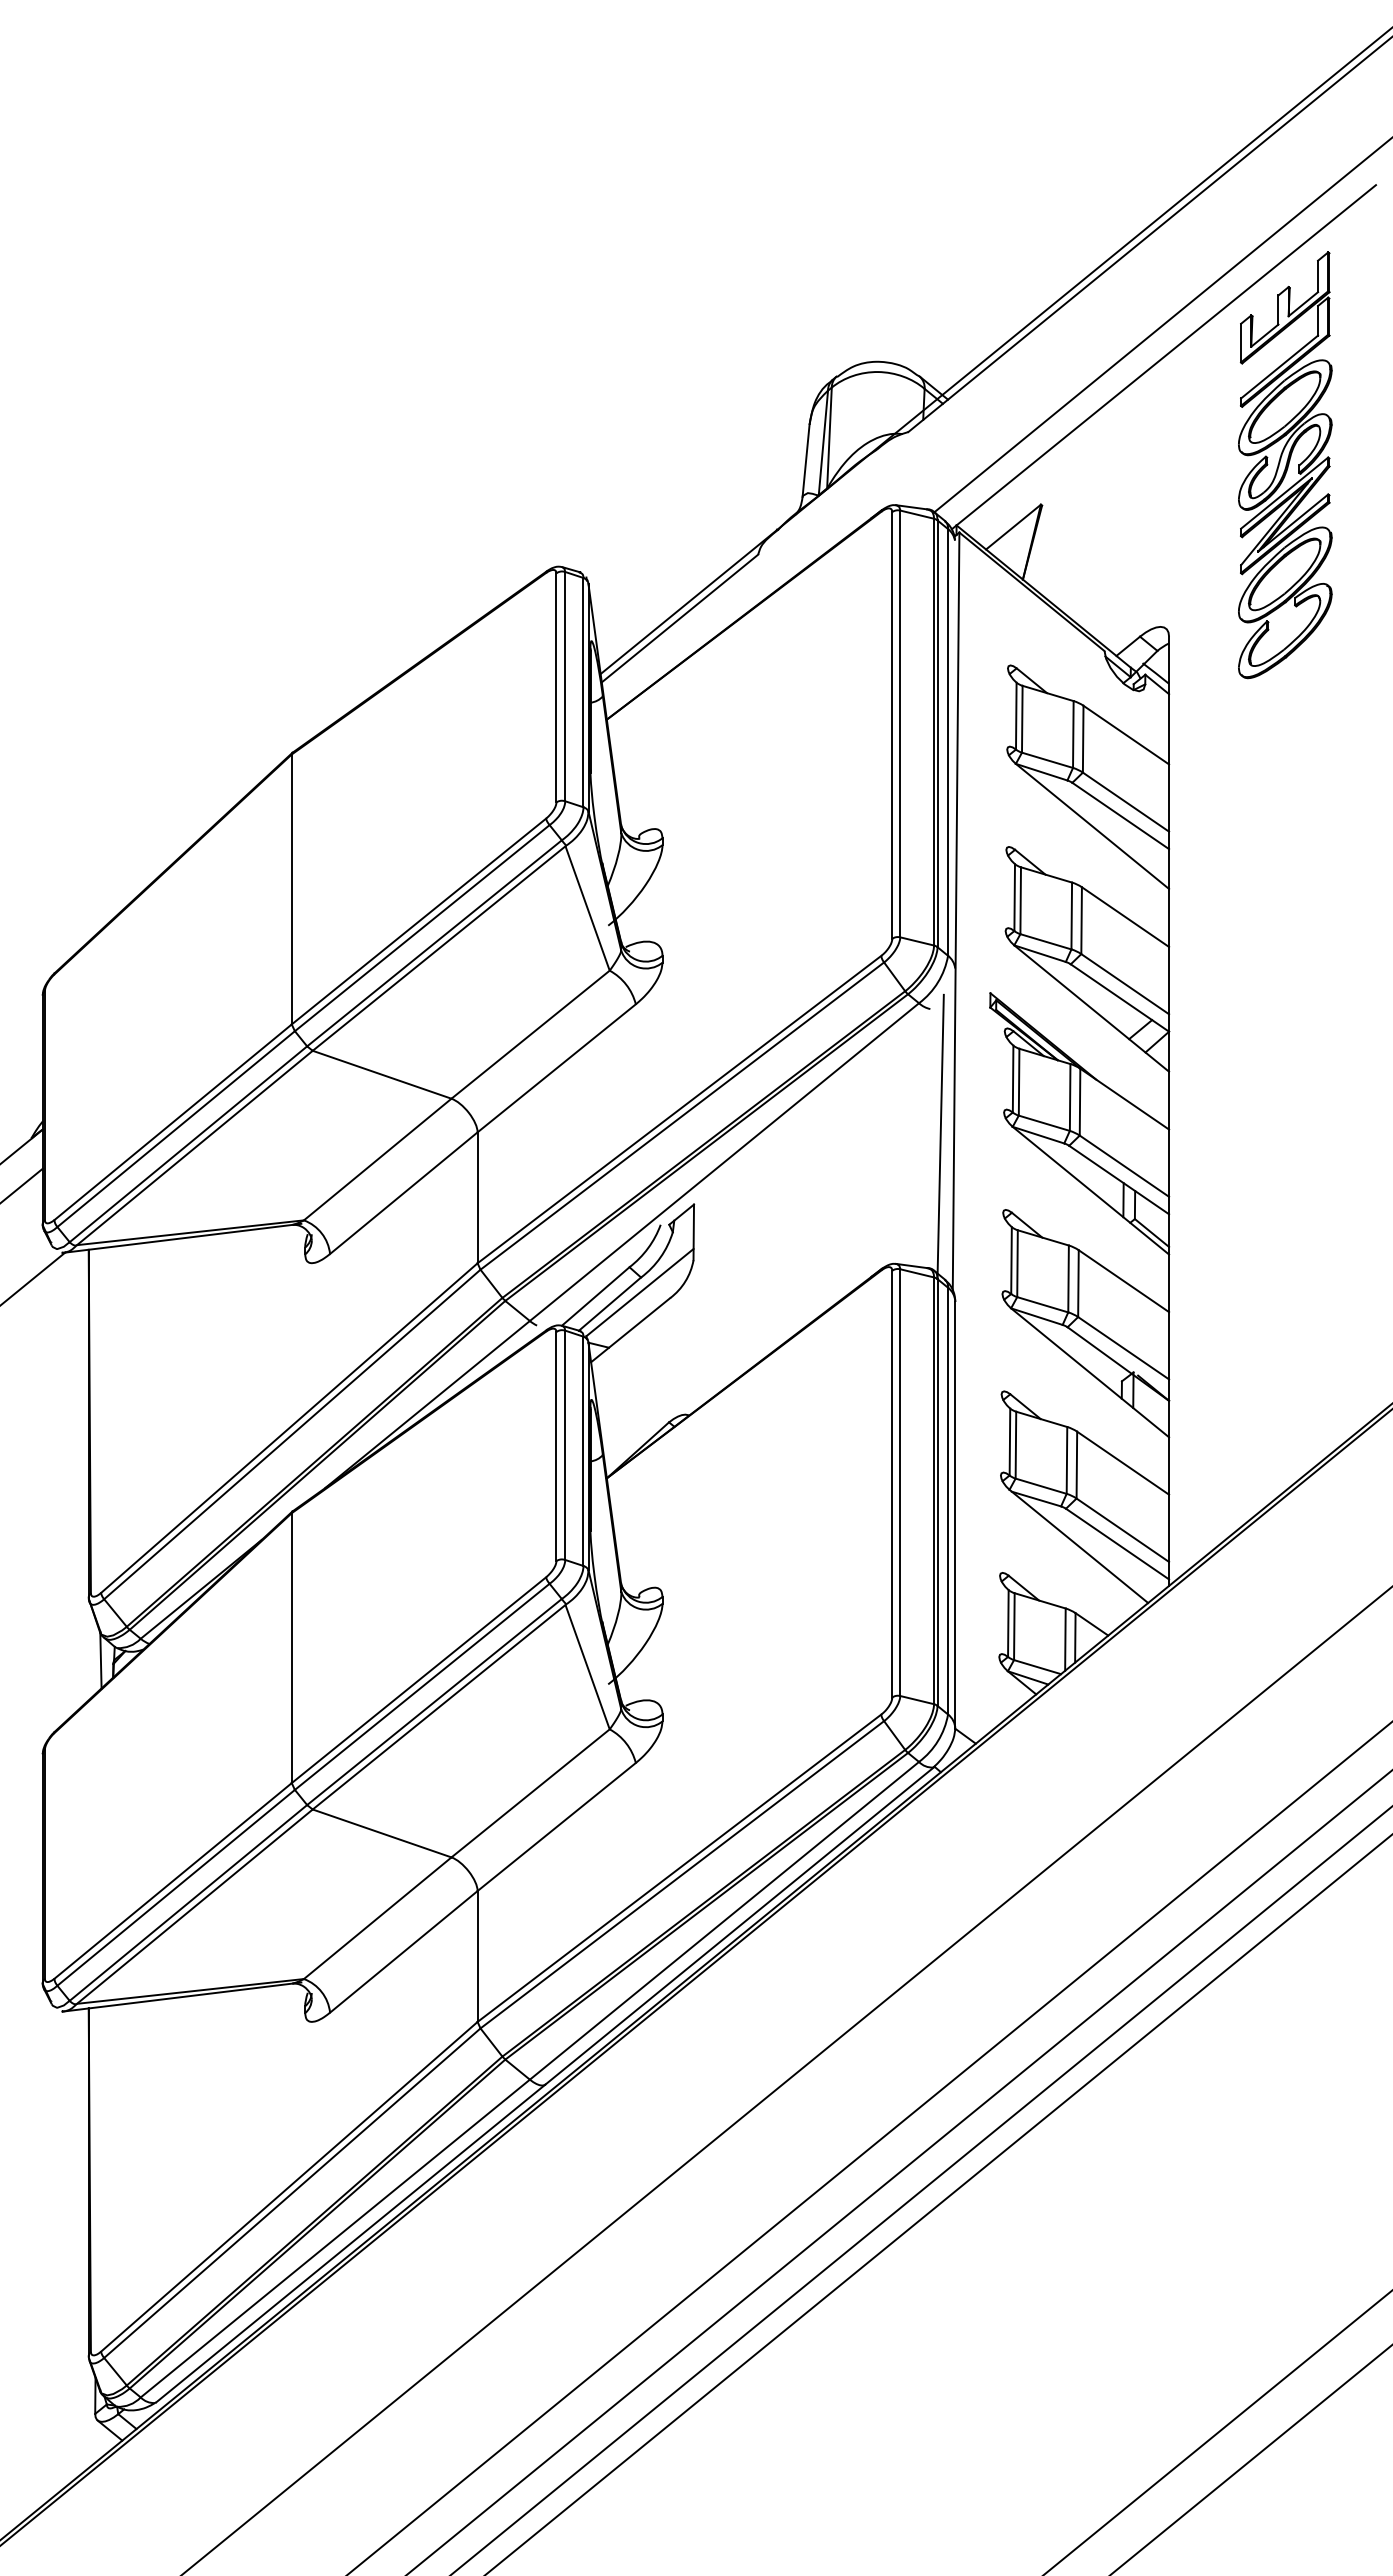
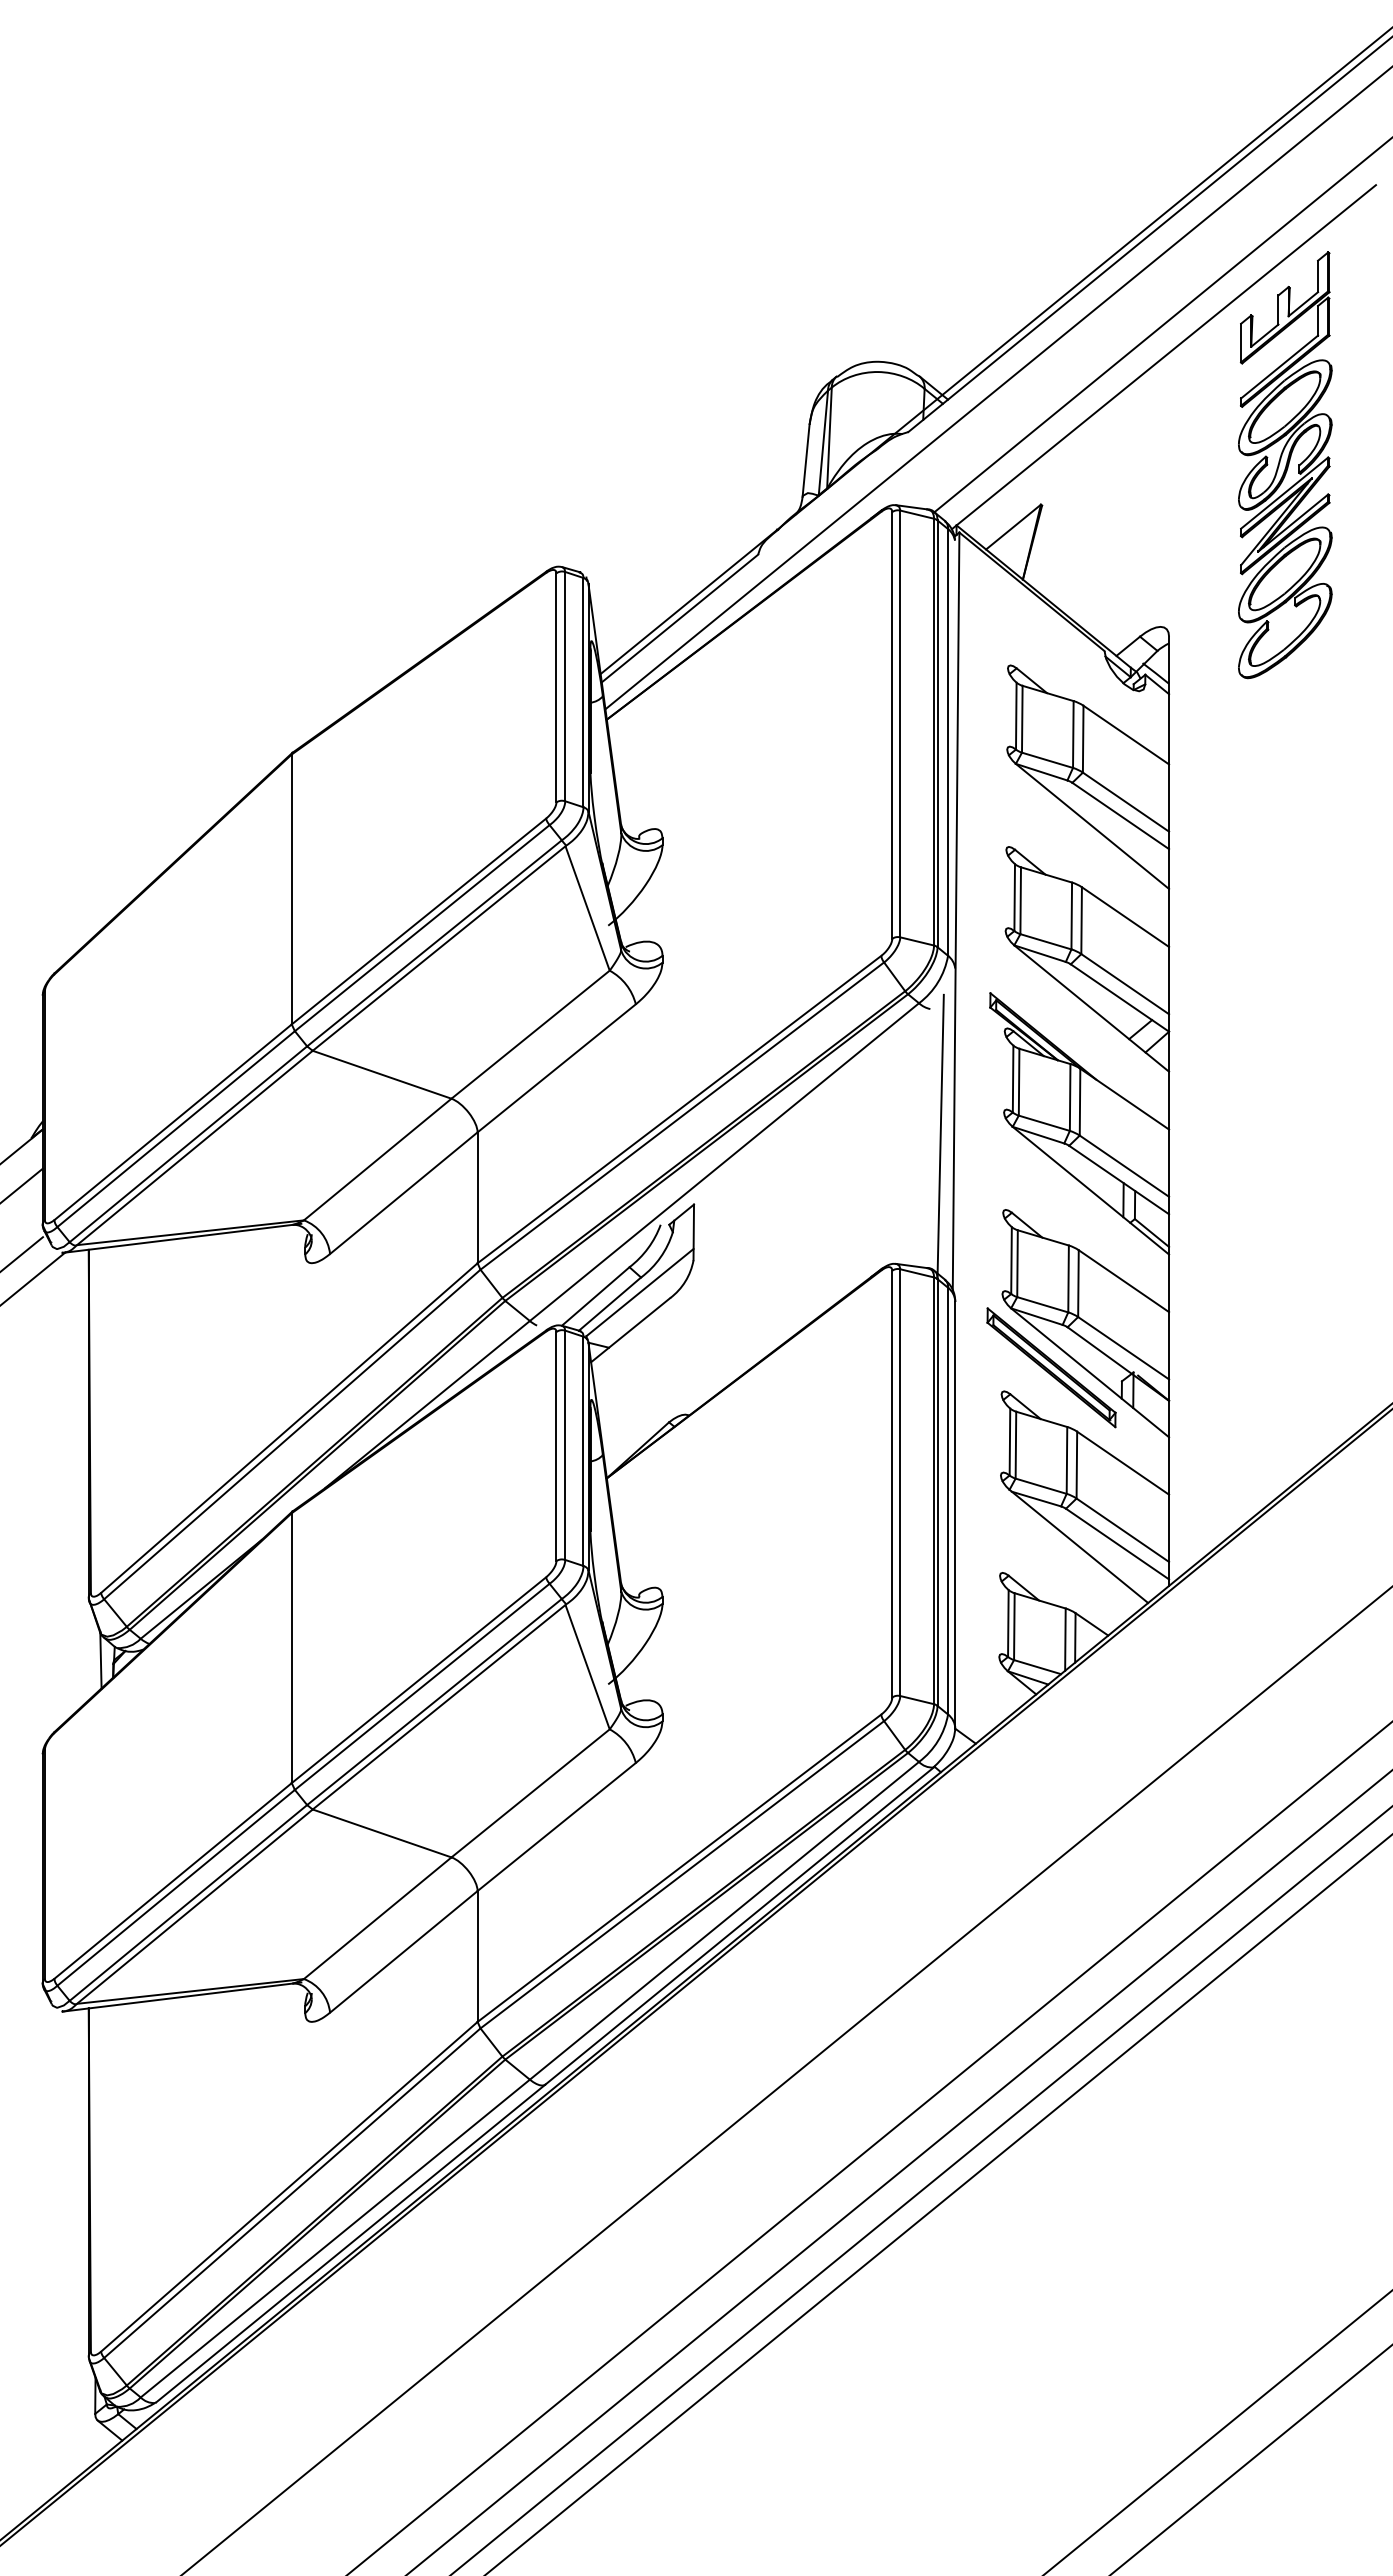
line at (997, 389): none -> present
line at (22, 1253): none -> present
part at (1051, 1367): none -> present
